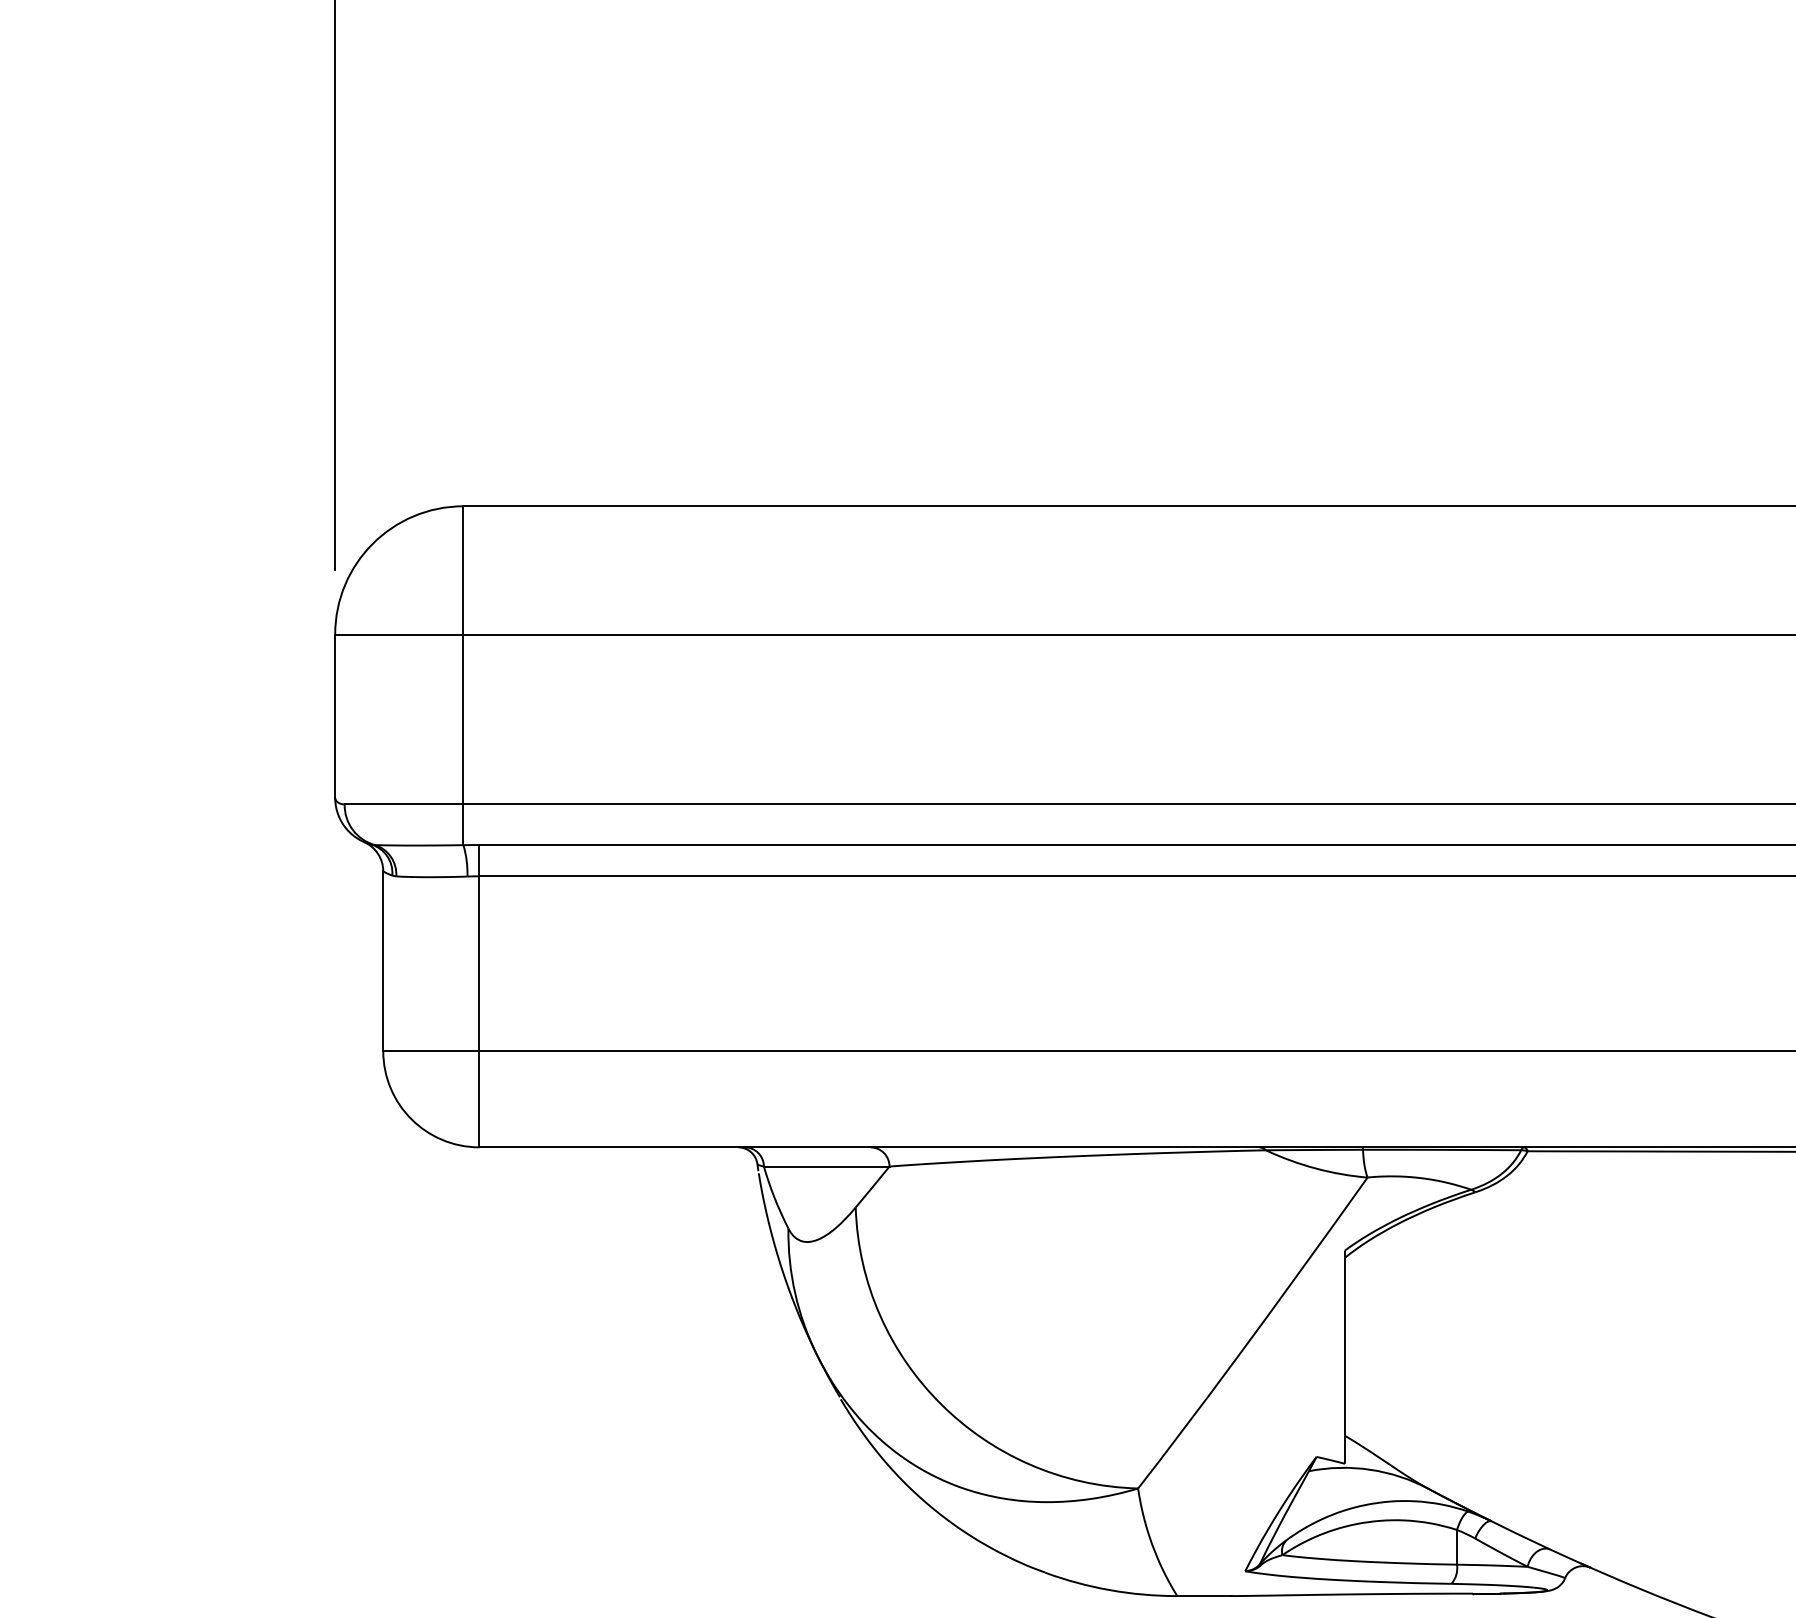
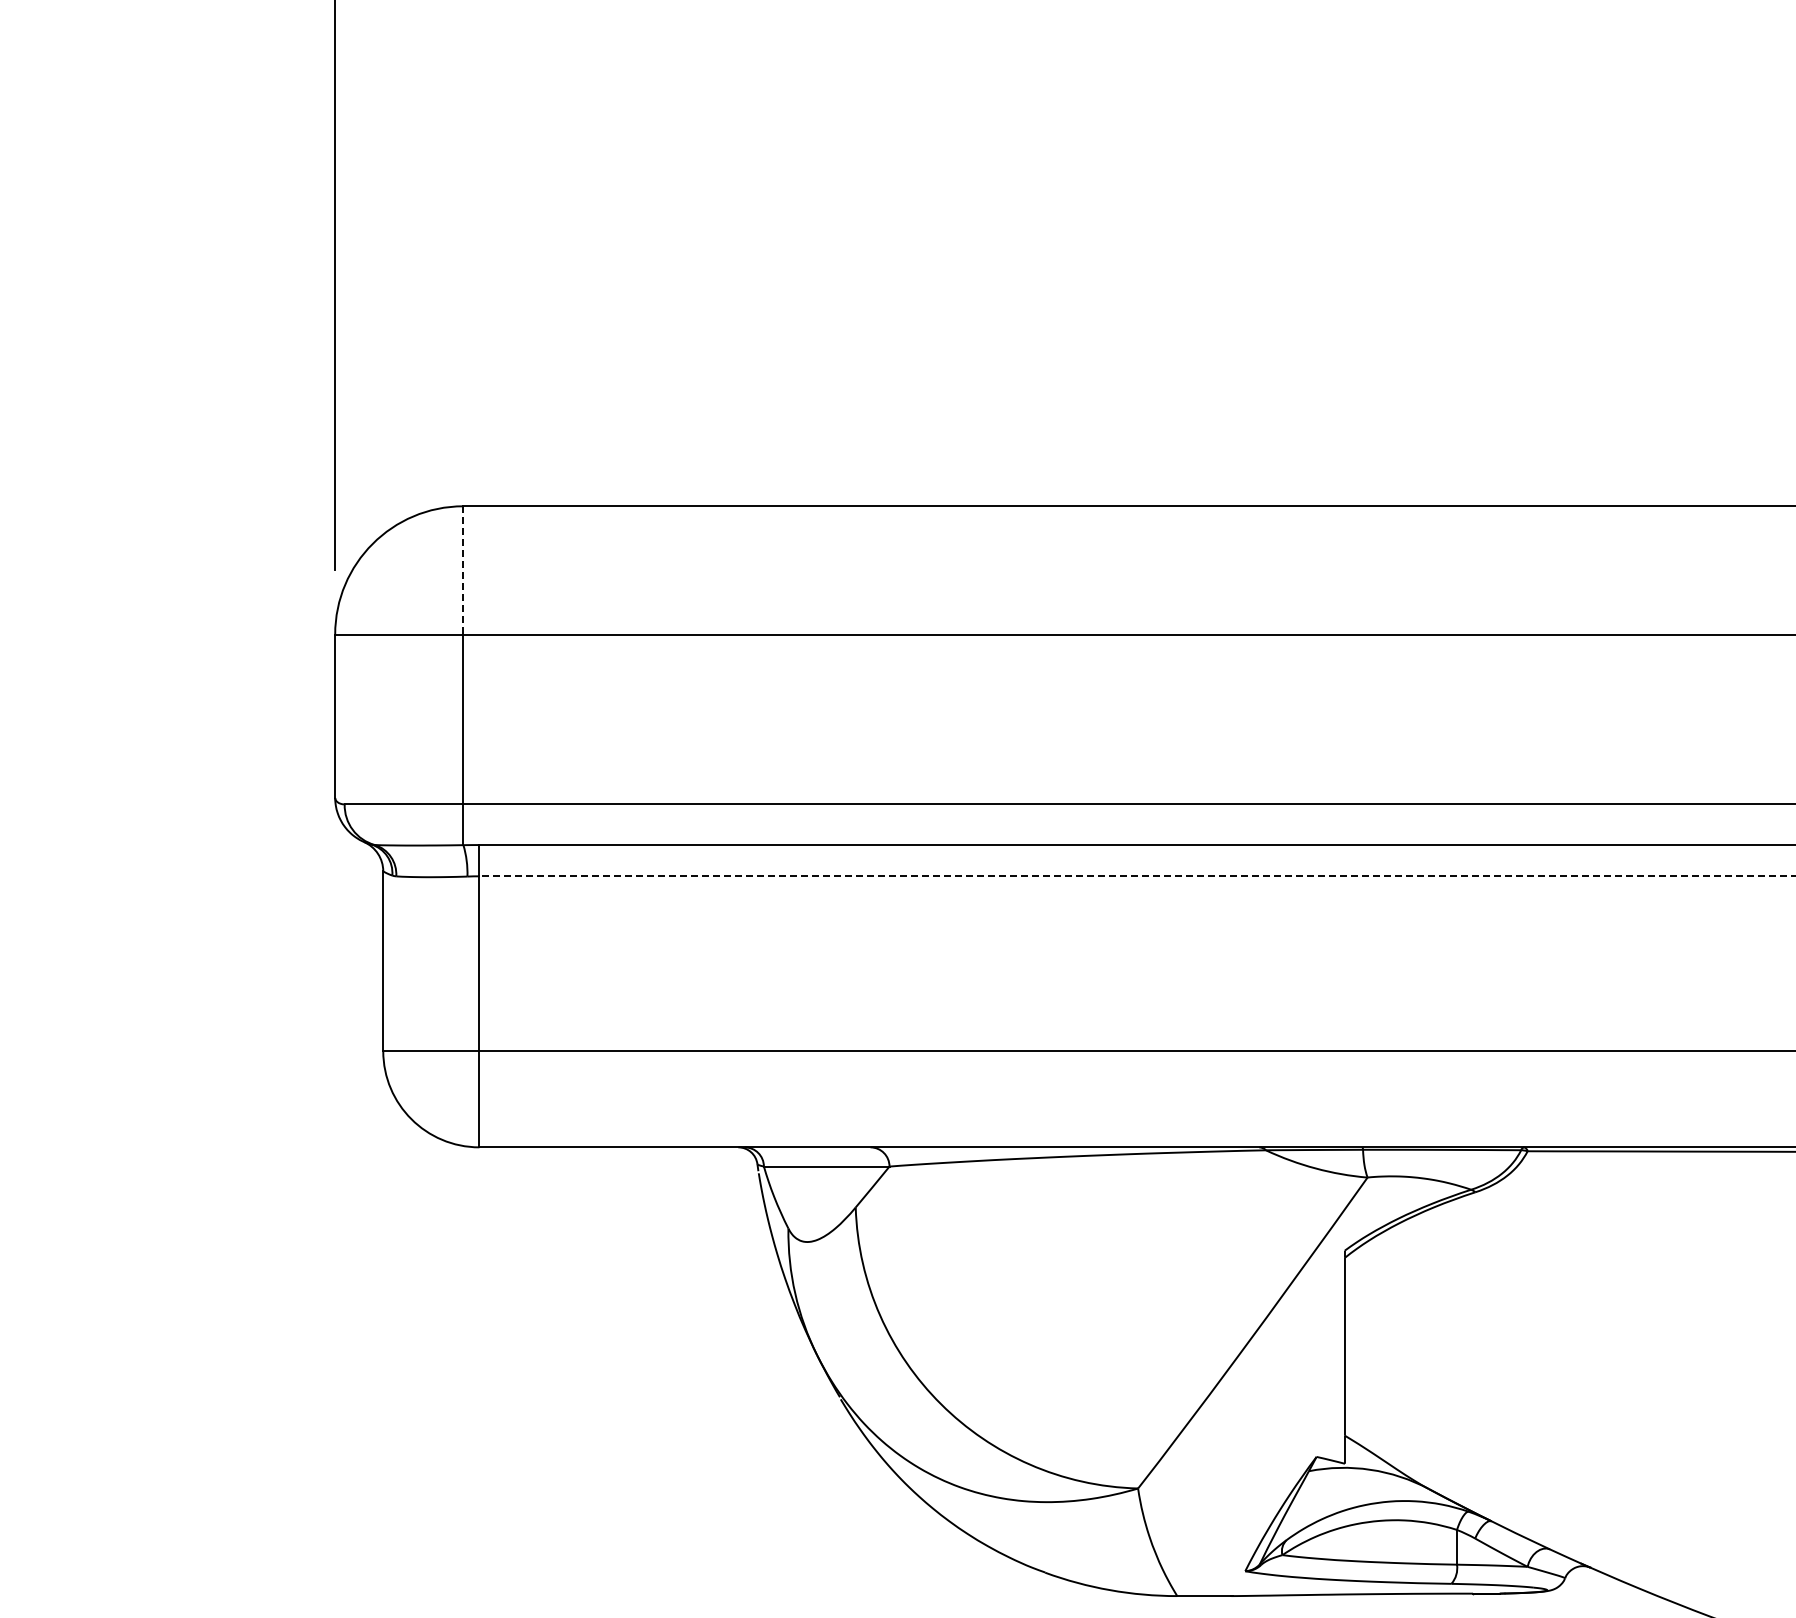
line at (463, 570): solid -> dashed
line at (1137, 876): solid -> dashed
